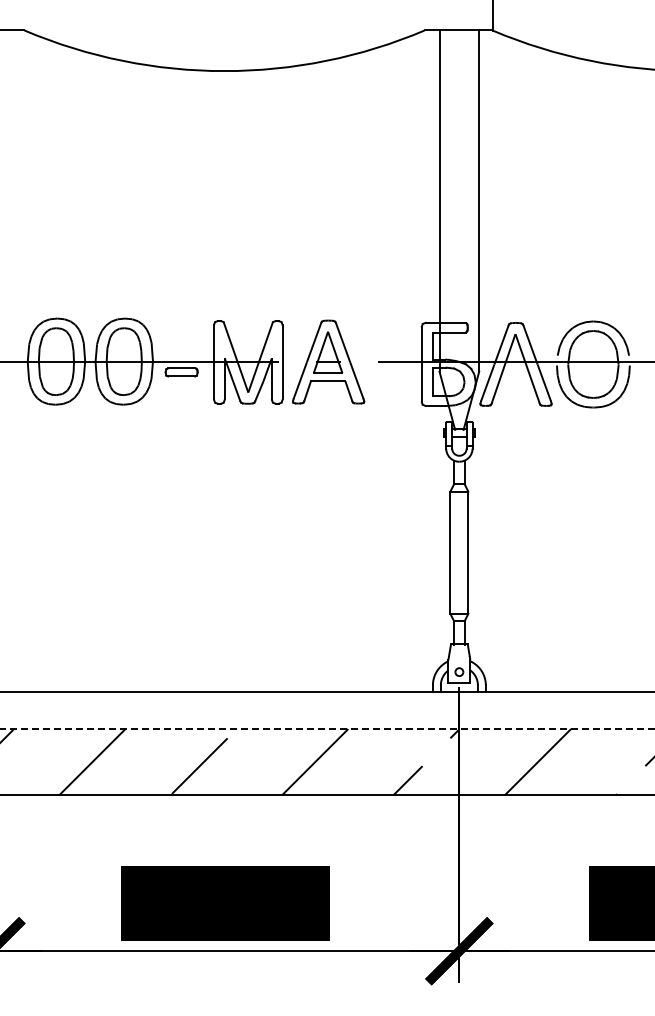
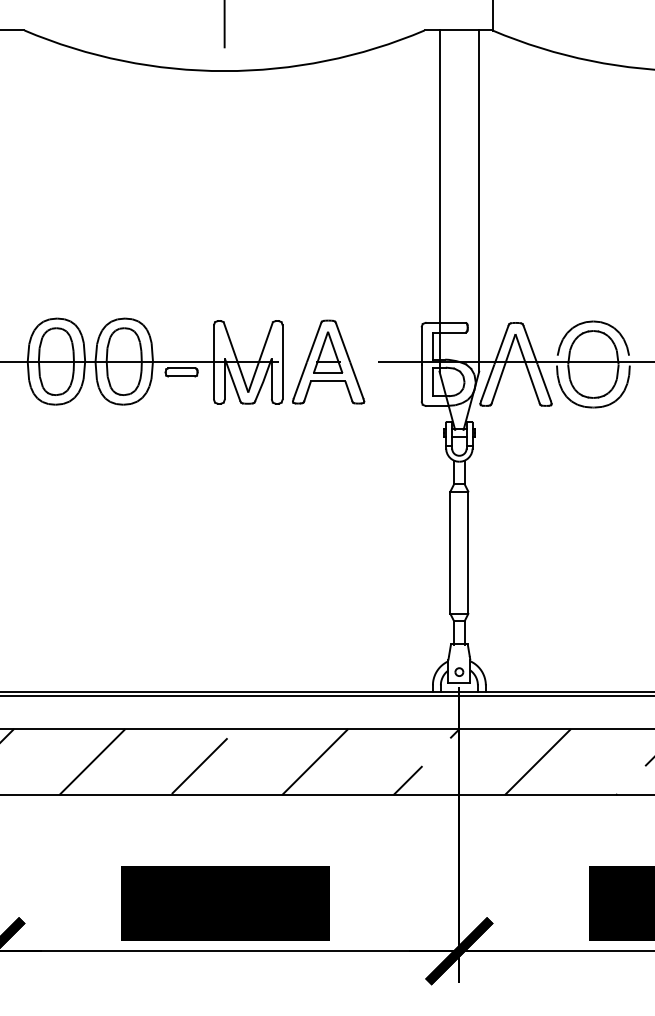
line at (224, 25): none -> present
line at (326, 695): none -> present
line at (327, 729): dashed -> solid
